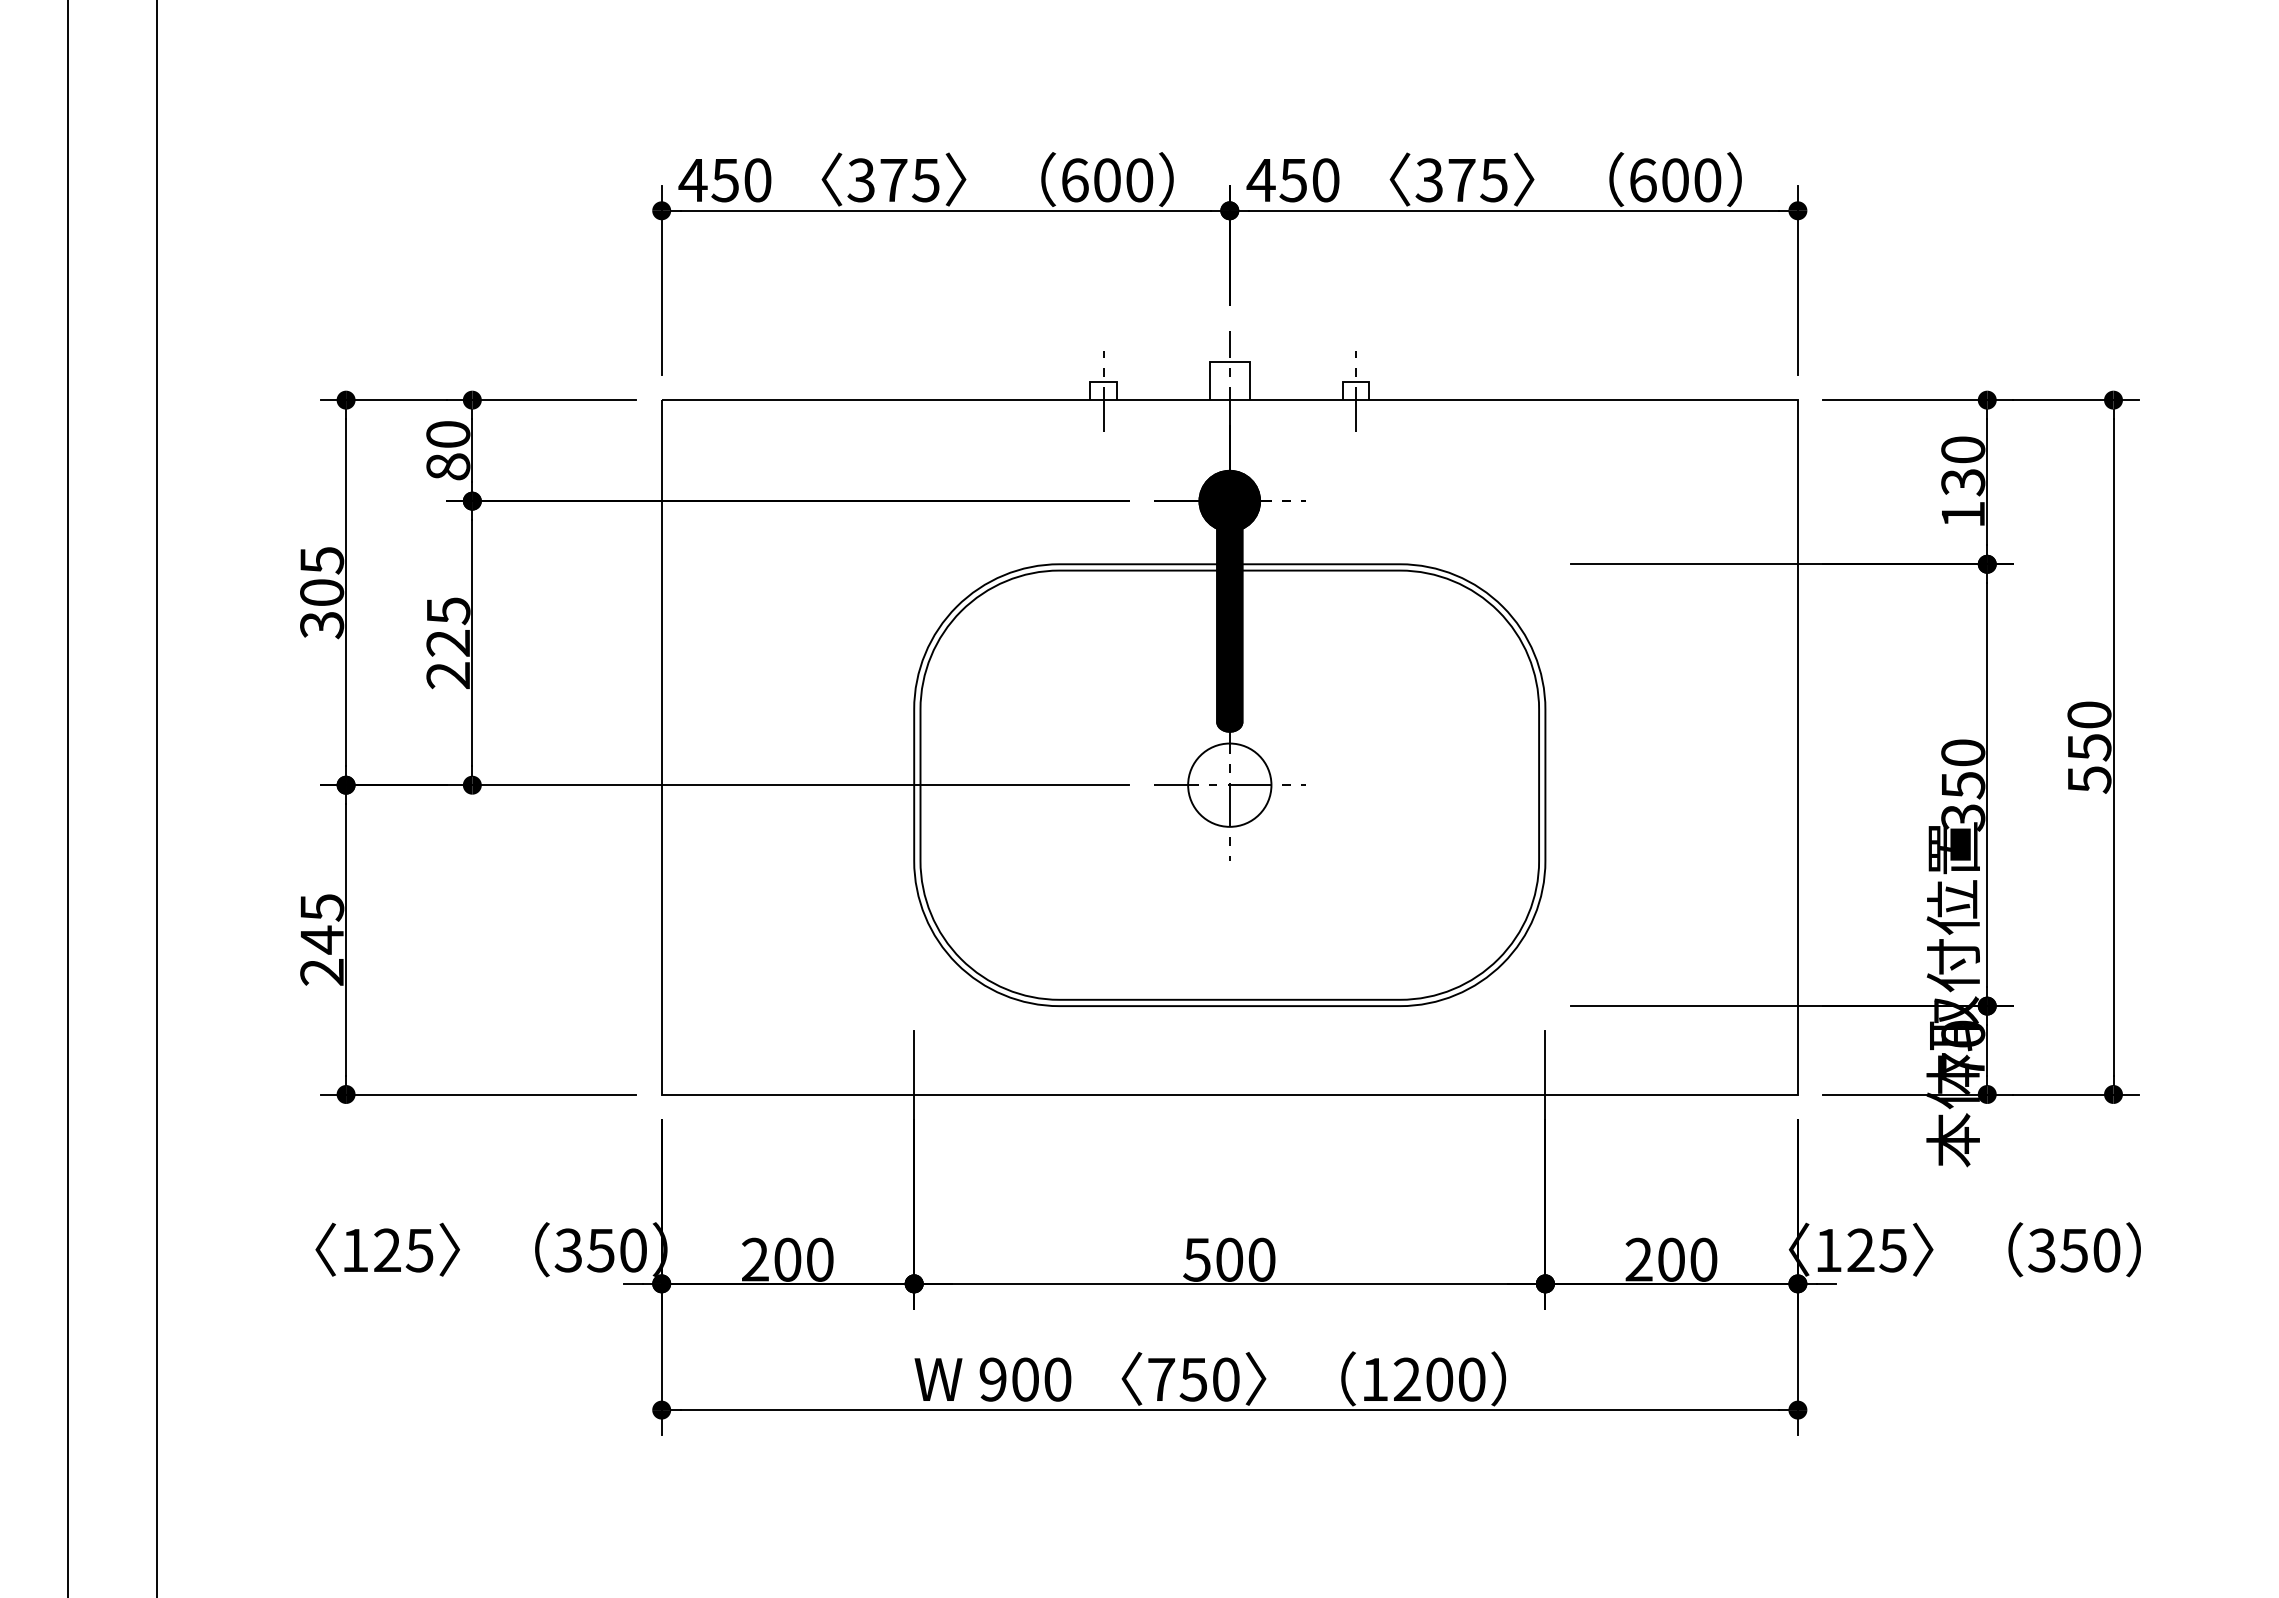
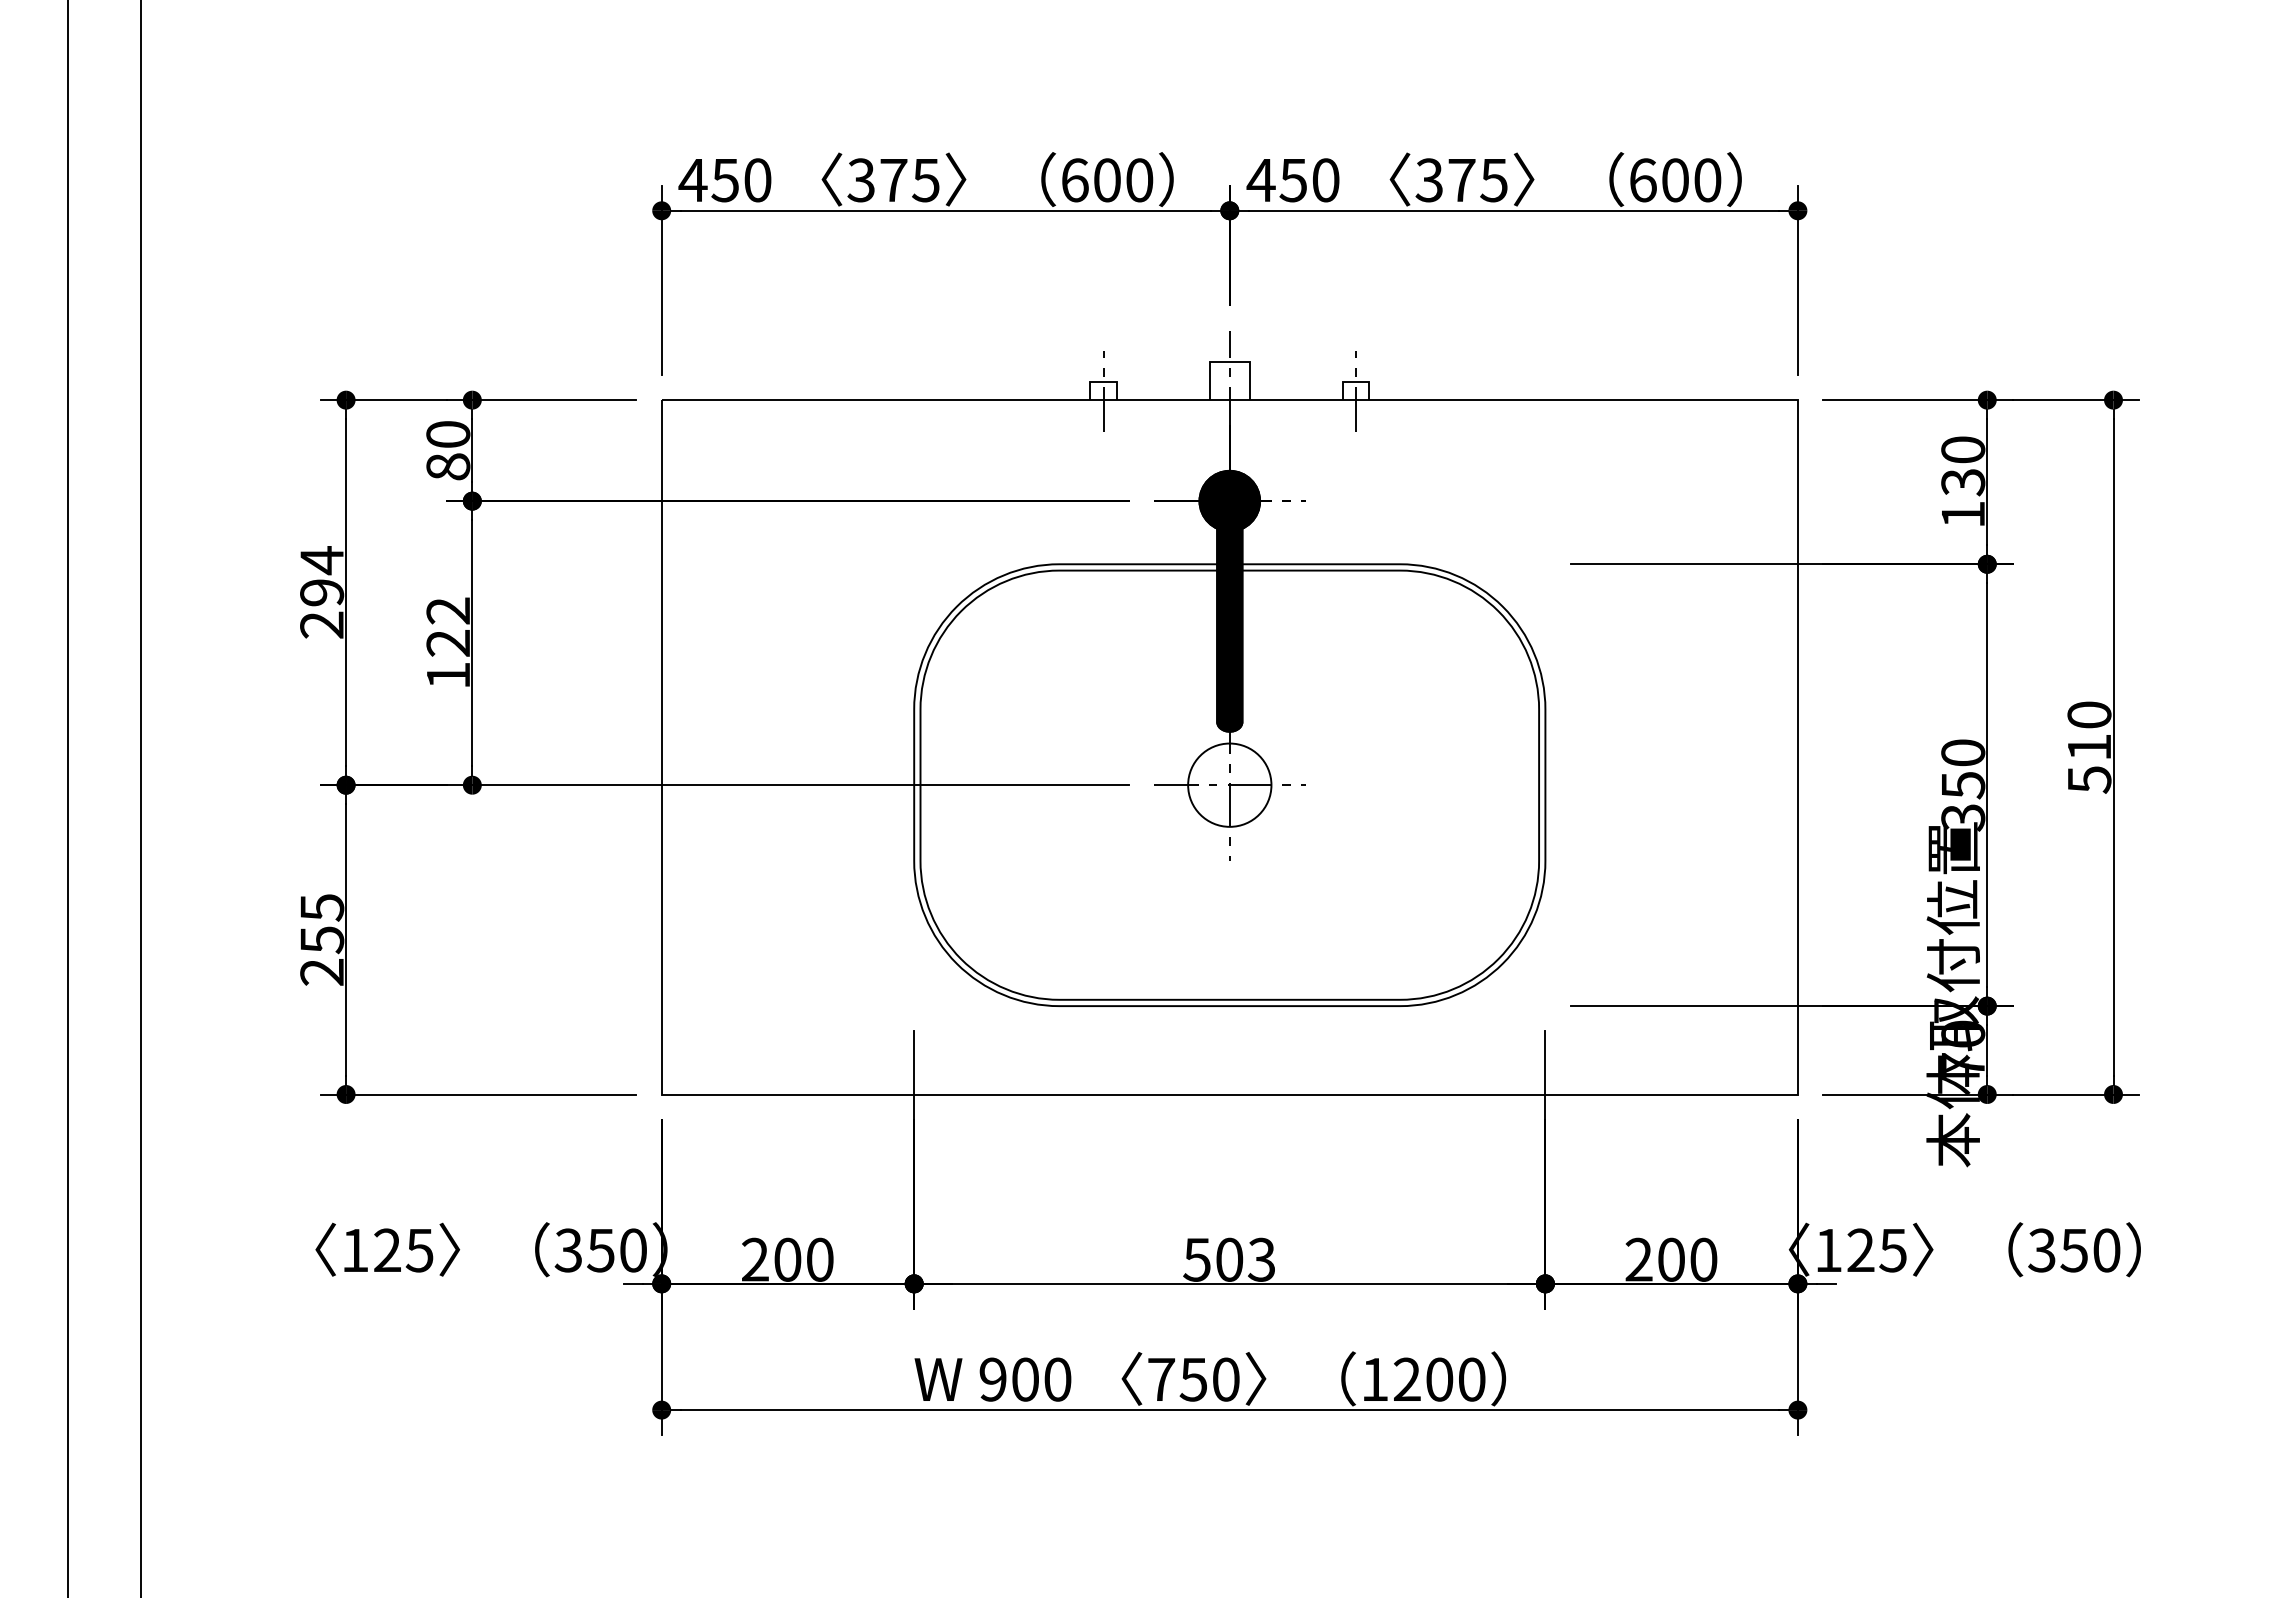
text at (322, 592): 305 -> 294
text at (448, 643): 225 -> 122
text at (2089, 747): 550 -> 510
line at (156, 798) position: (156, 798) -> (140, 798)
text at (322, 939): 245 -> 255
text at (1261, 1259): 500 -> 503
